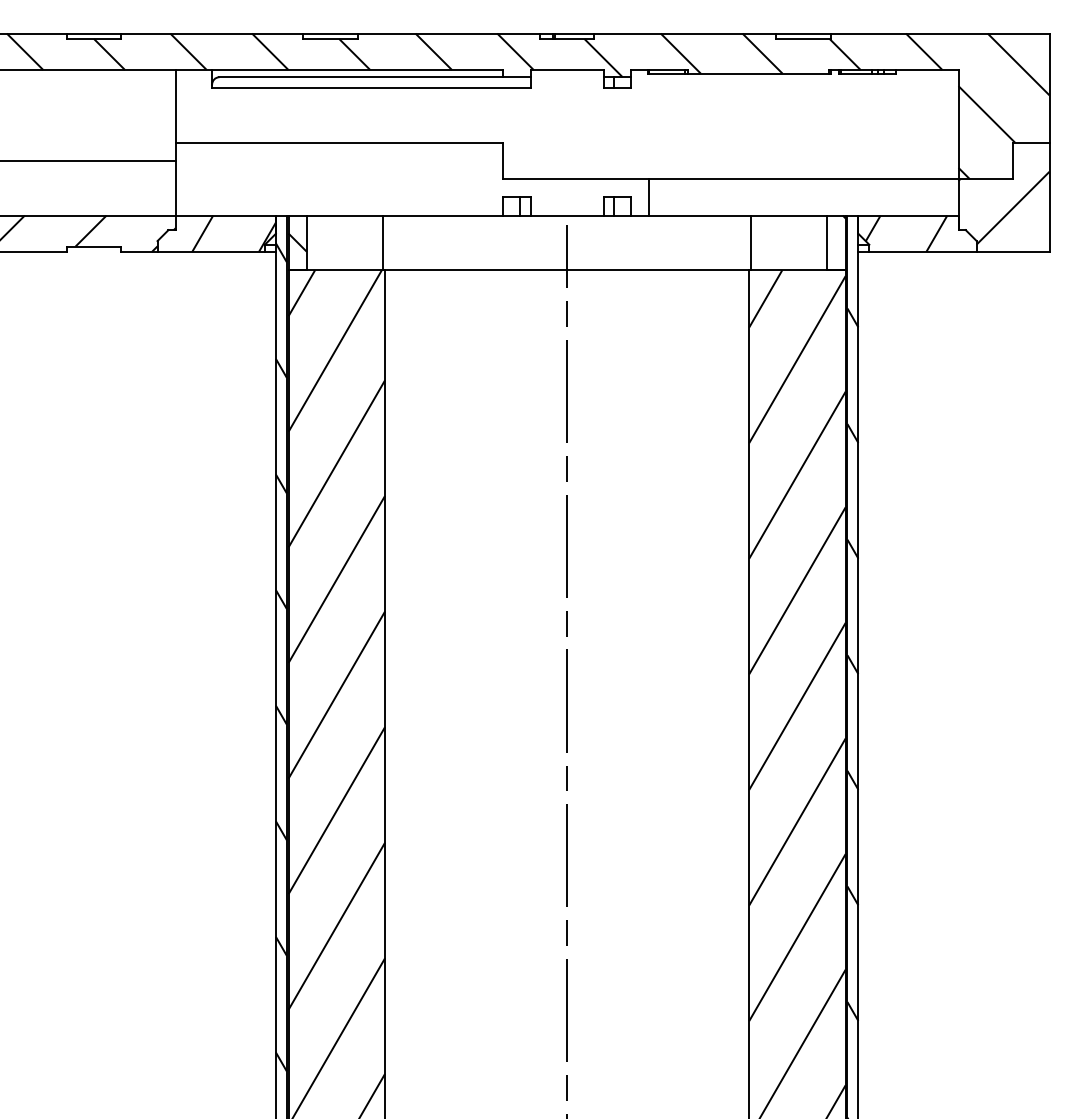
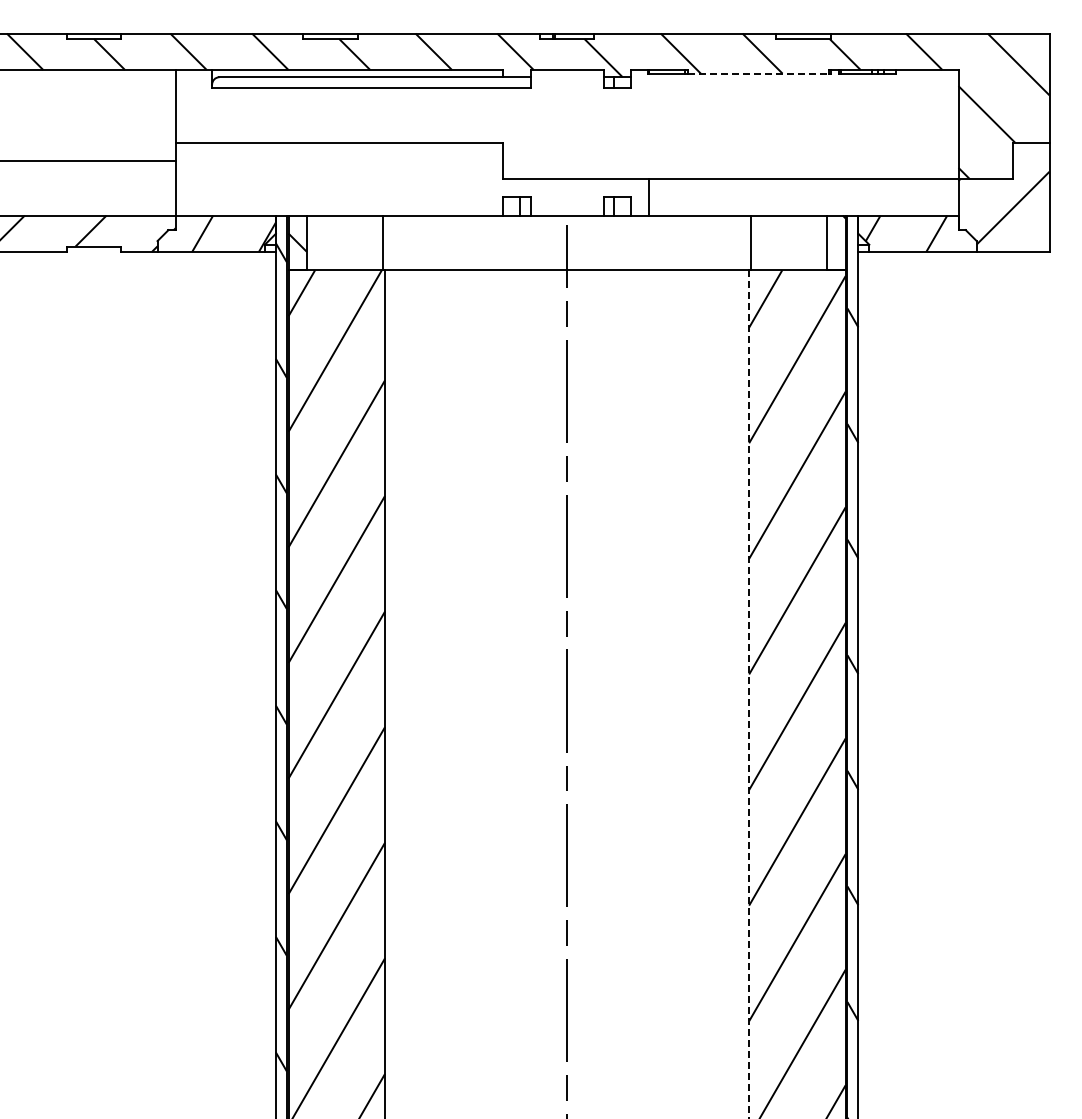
line at (758, 73): solid -> dashed
line at (749, 694): solid -> dashed
